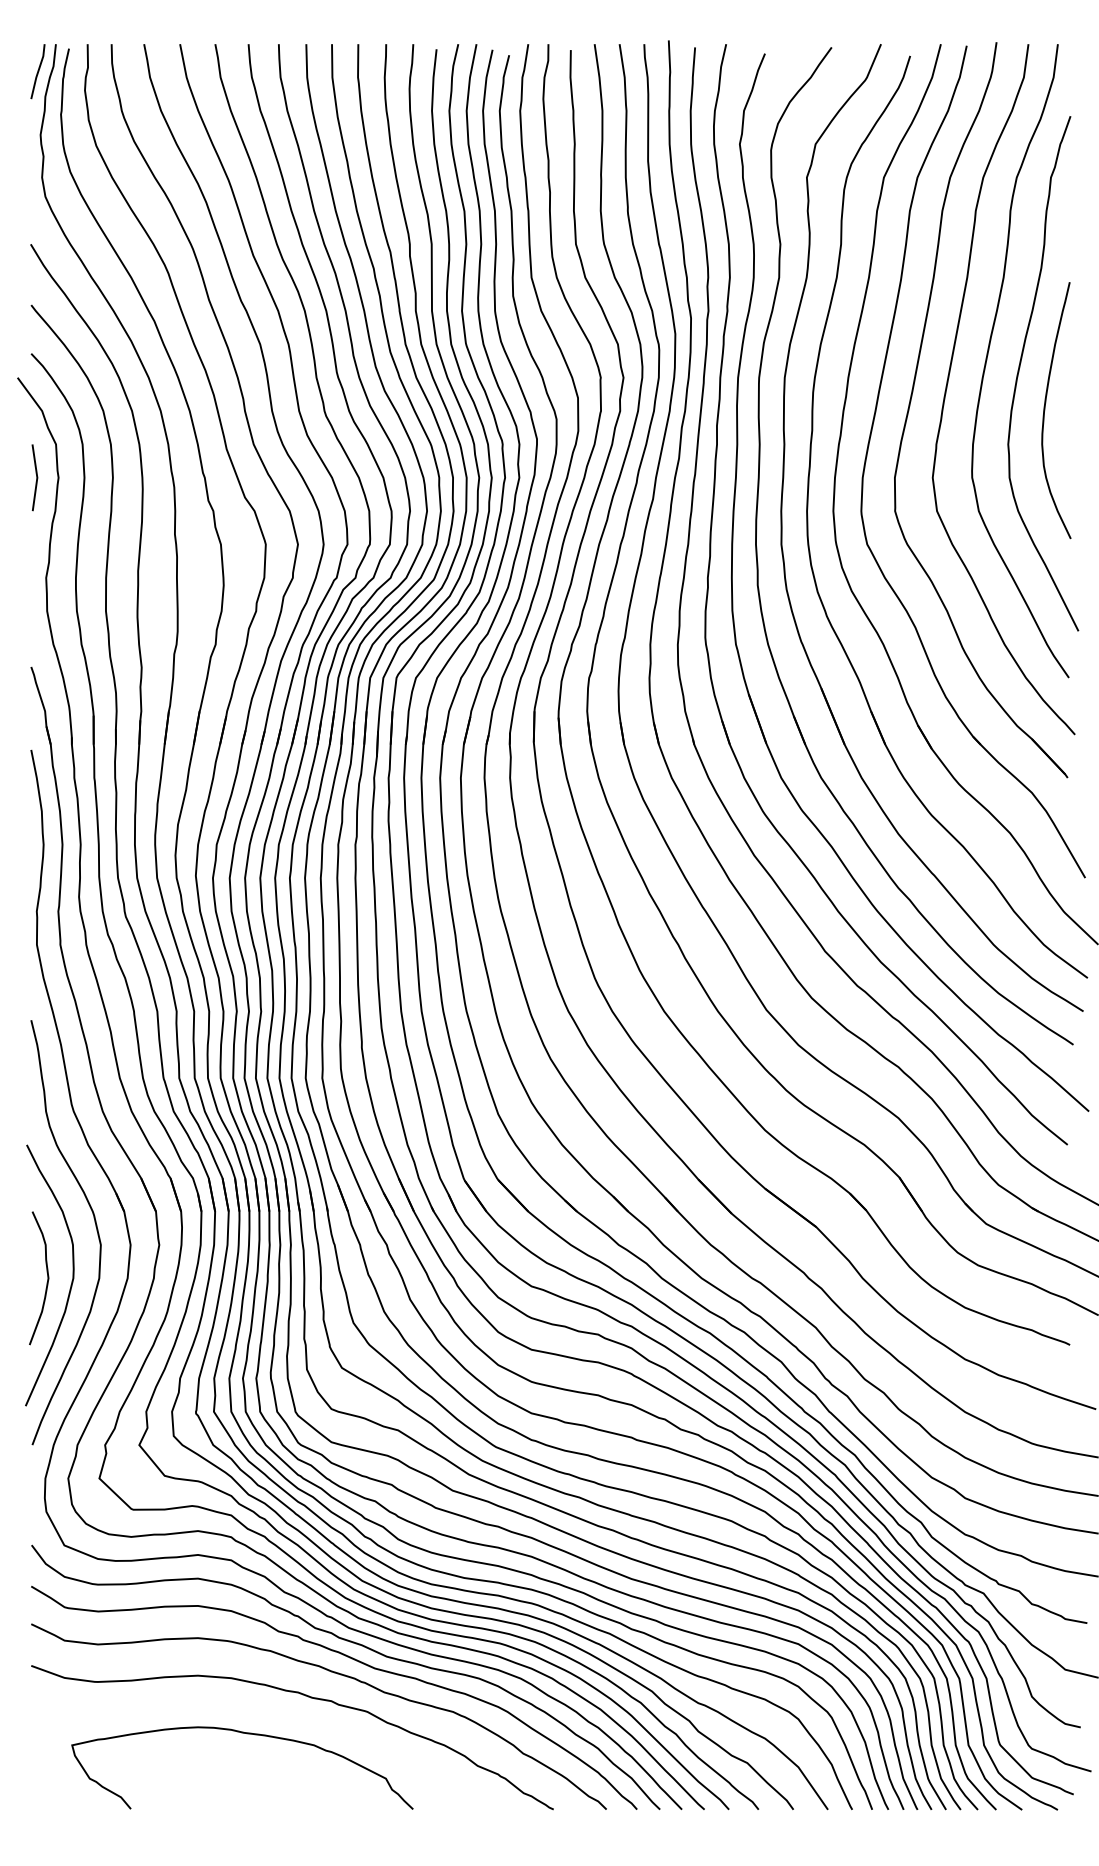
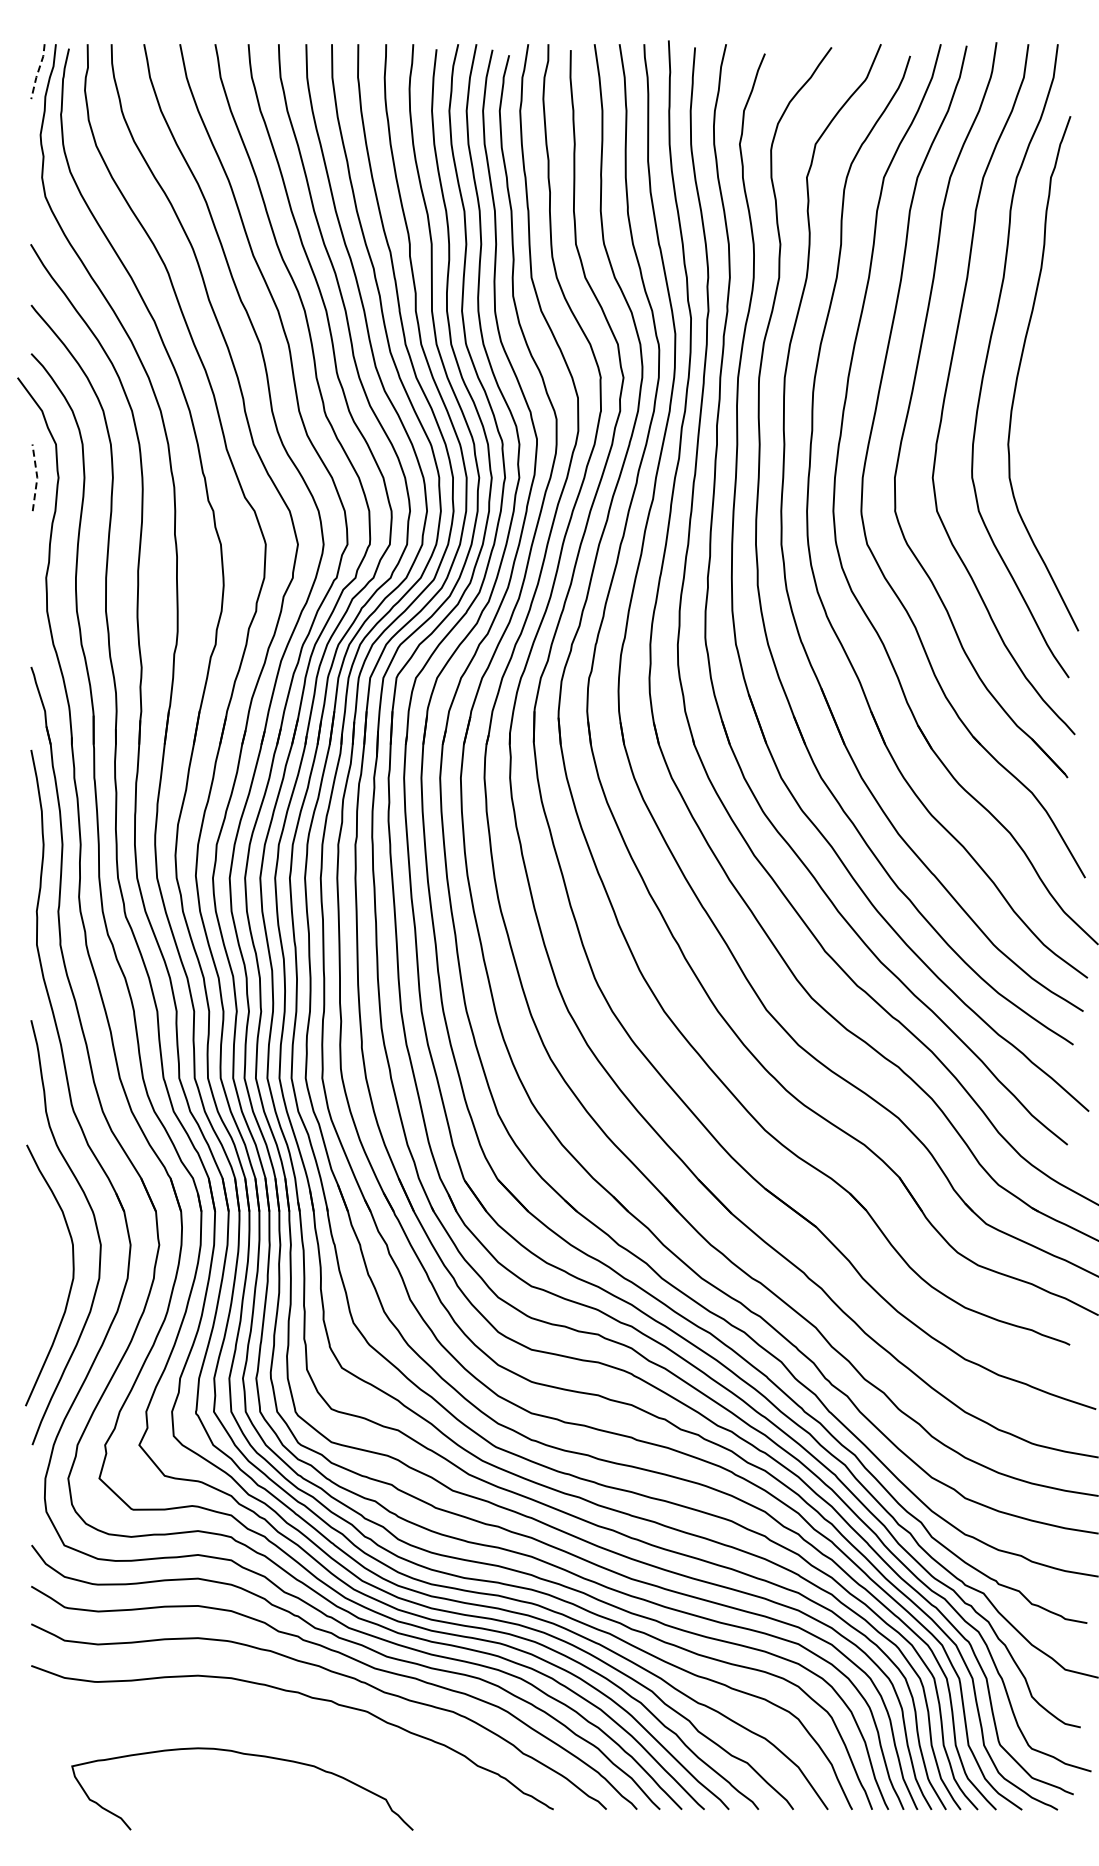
line at (38, 71): solid -> dashed
curve at (1045, 410): present -> none
line at (37, 477): solid -> dashed
curve at (47, 1278): present -> none
curve at (247, 1734) position: (247, 1734) -> (247, 1755)
